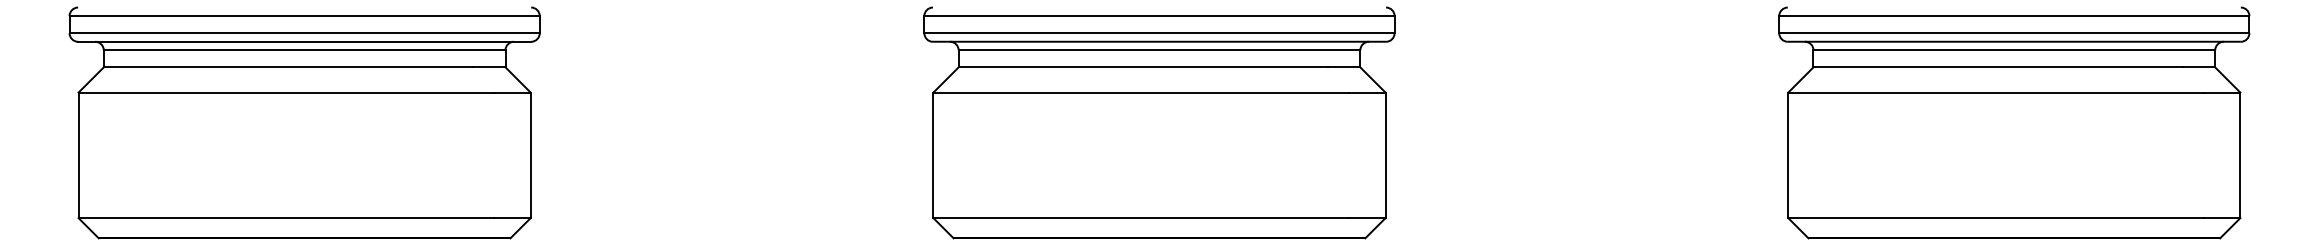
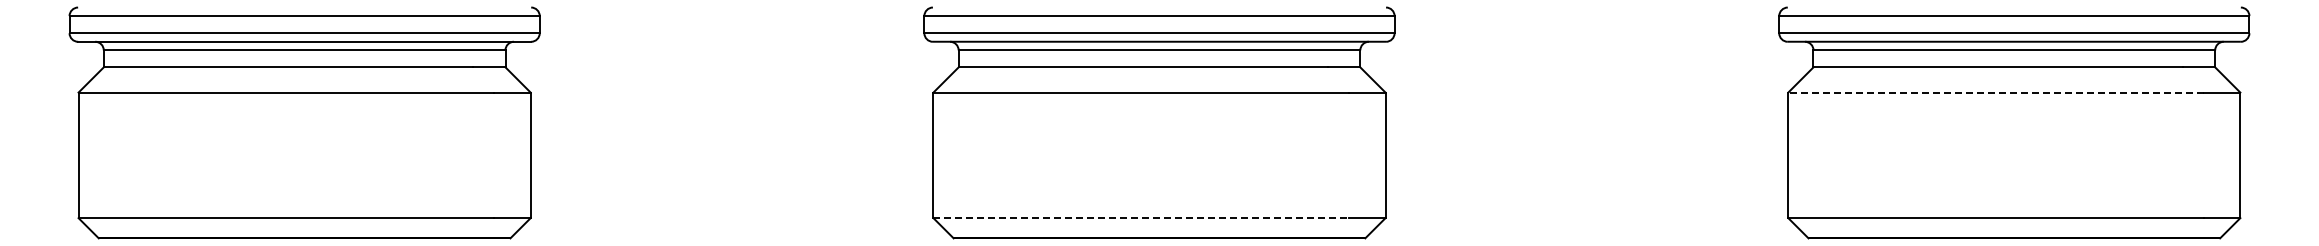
line at (1995, 92): solid -> dashed
line at (1141, 218): solid -> dashed
